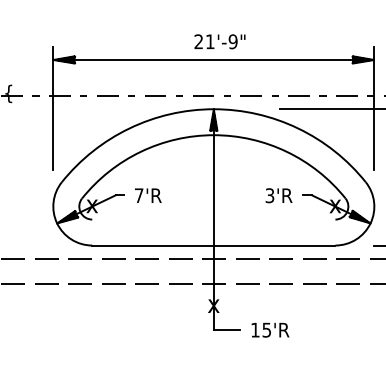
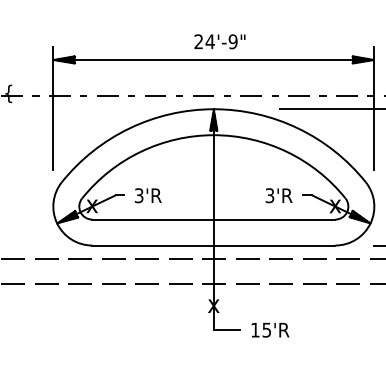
text at (209, 41): 21'-9" -> 24'-9"
text at (138, 195): 7'R -> 3'R
line at (213, 219): none -> present
